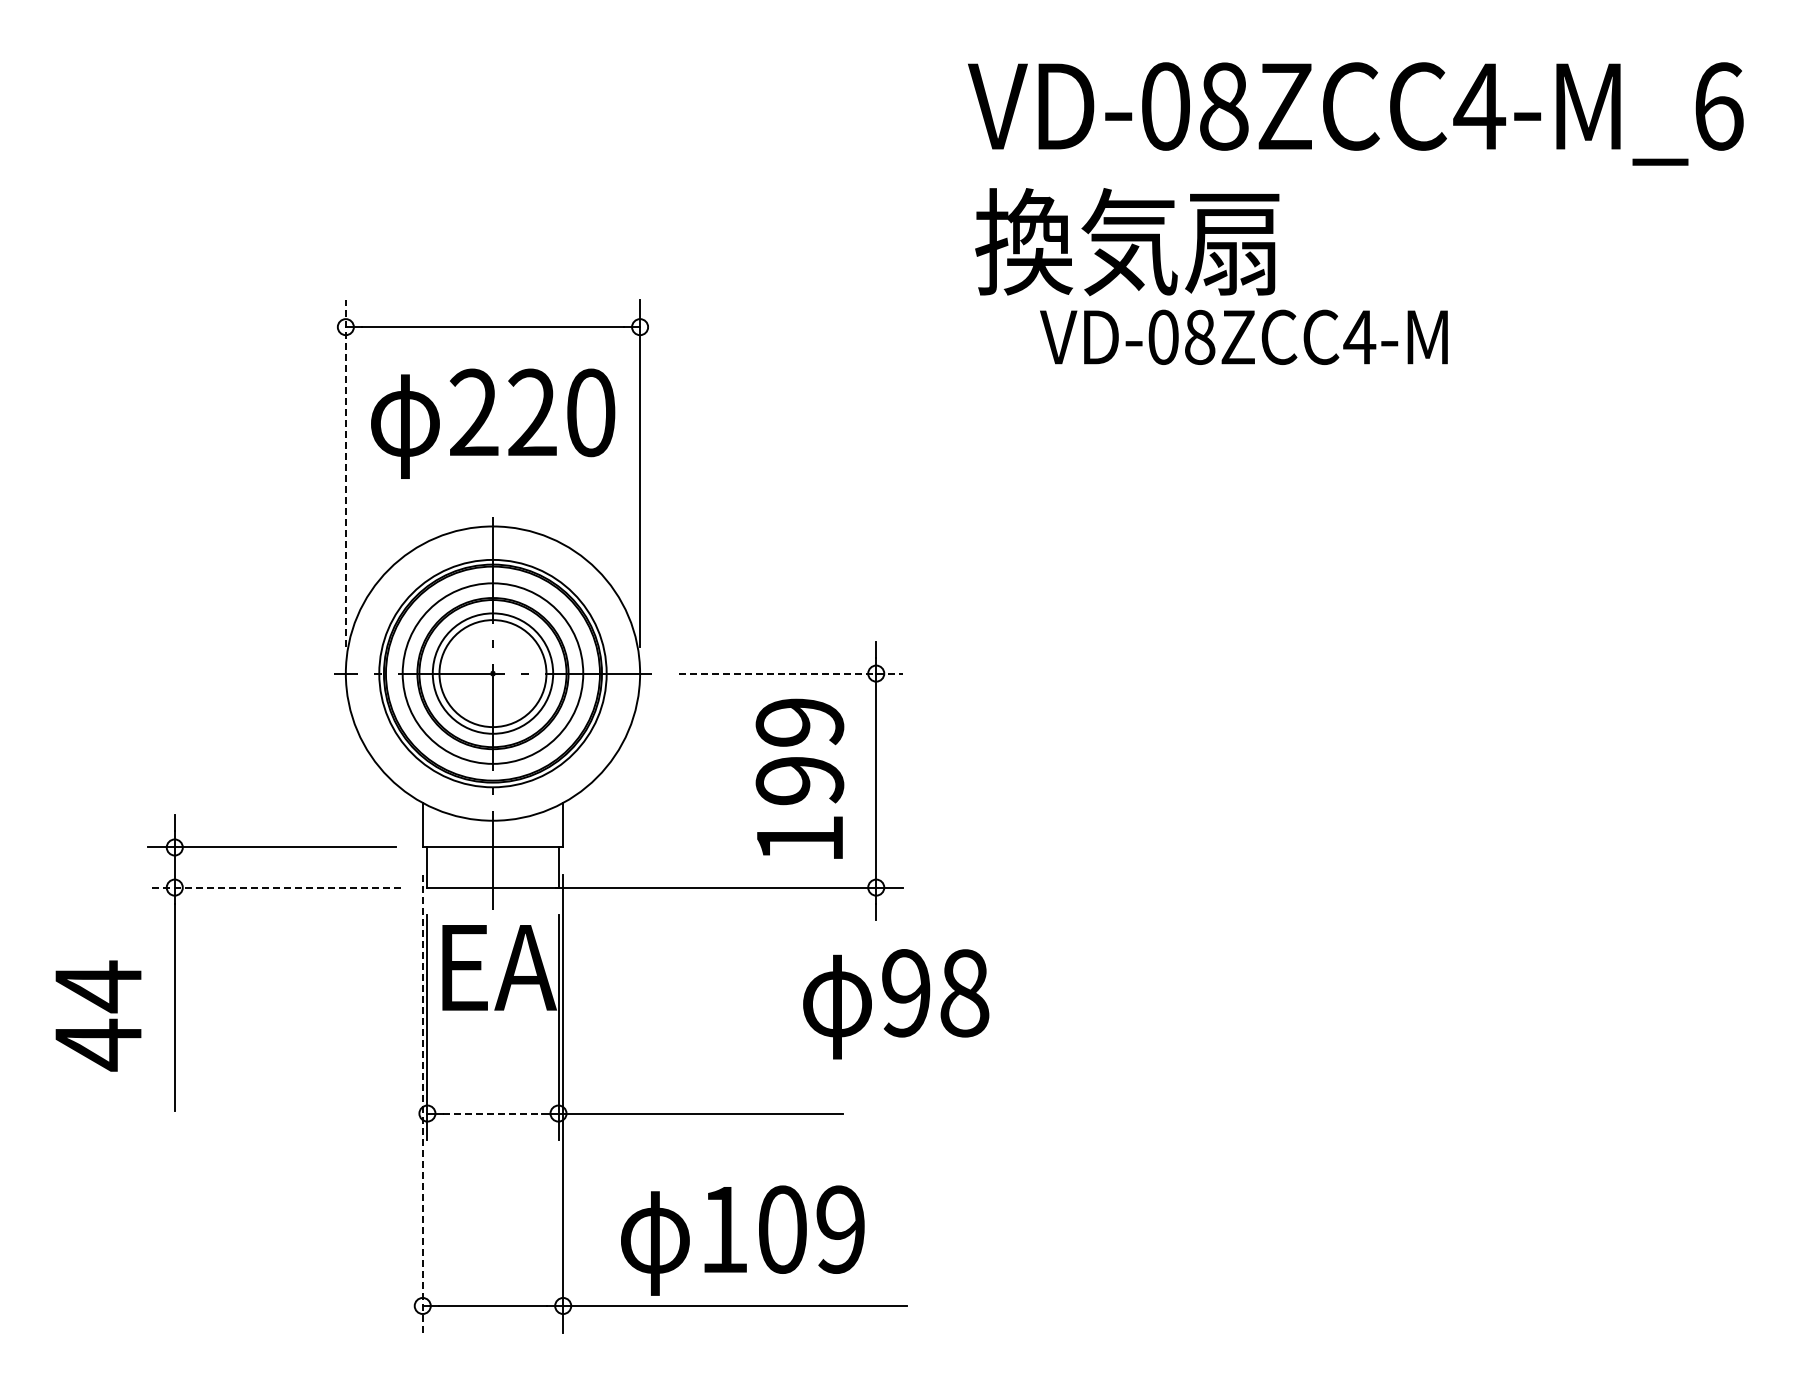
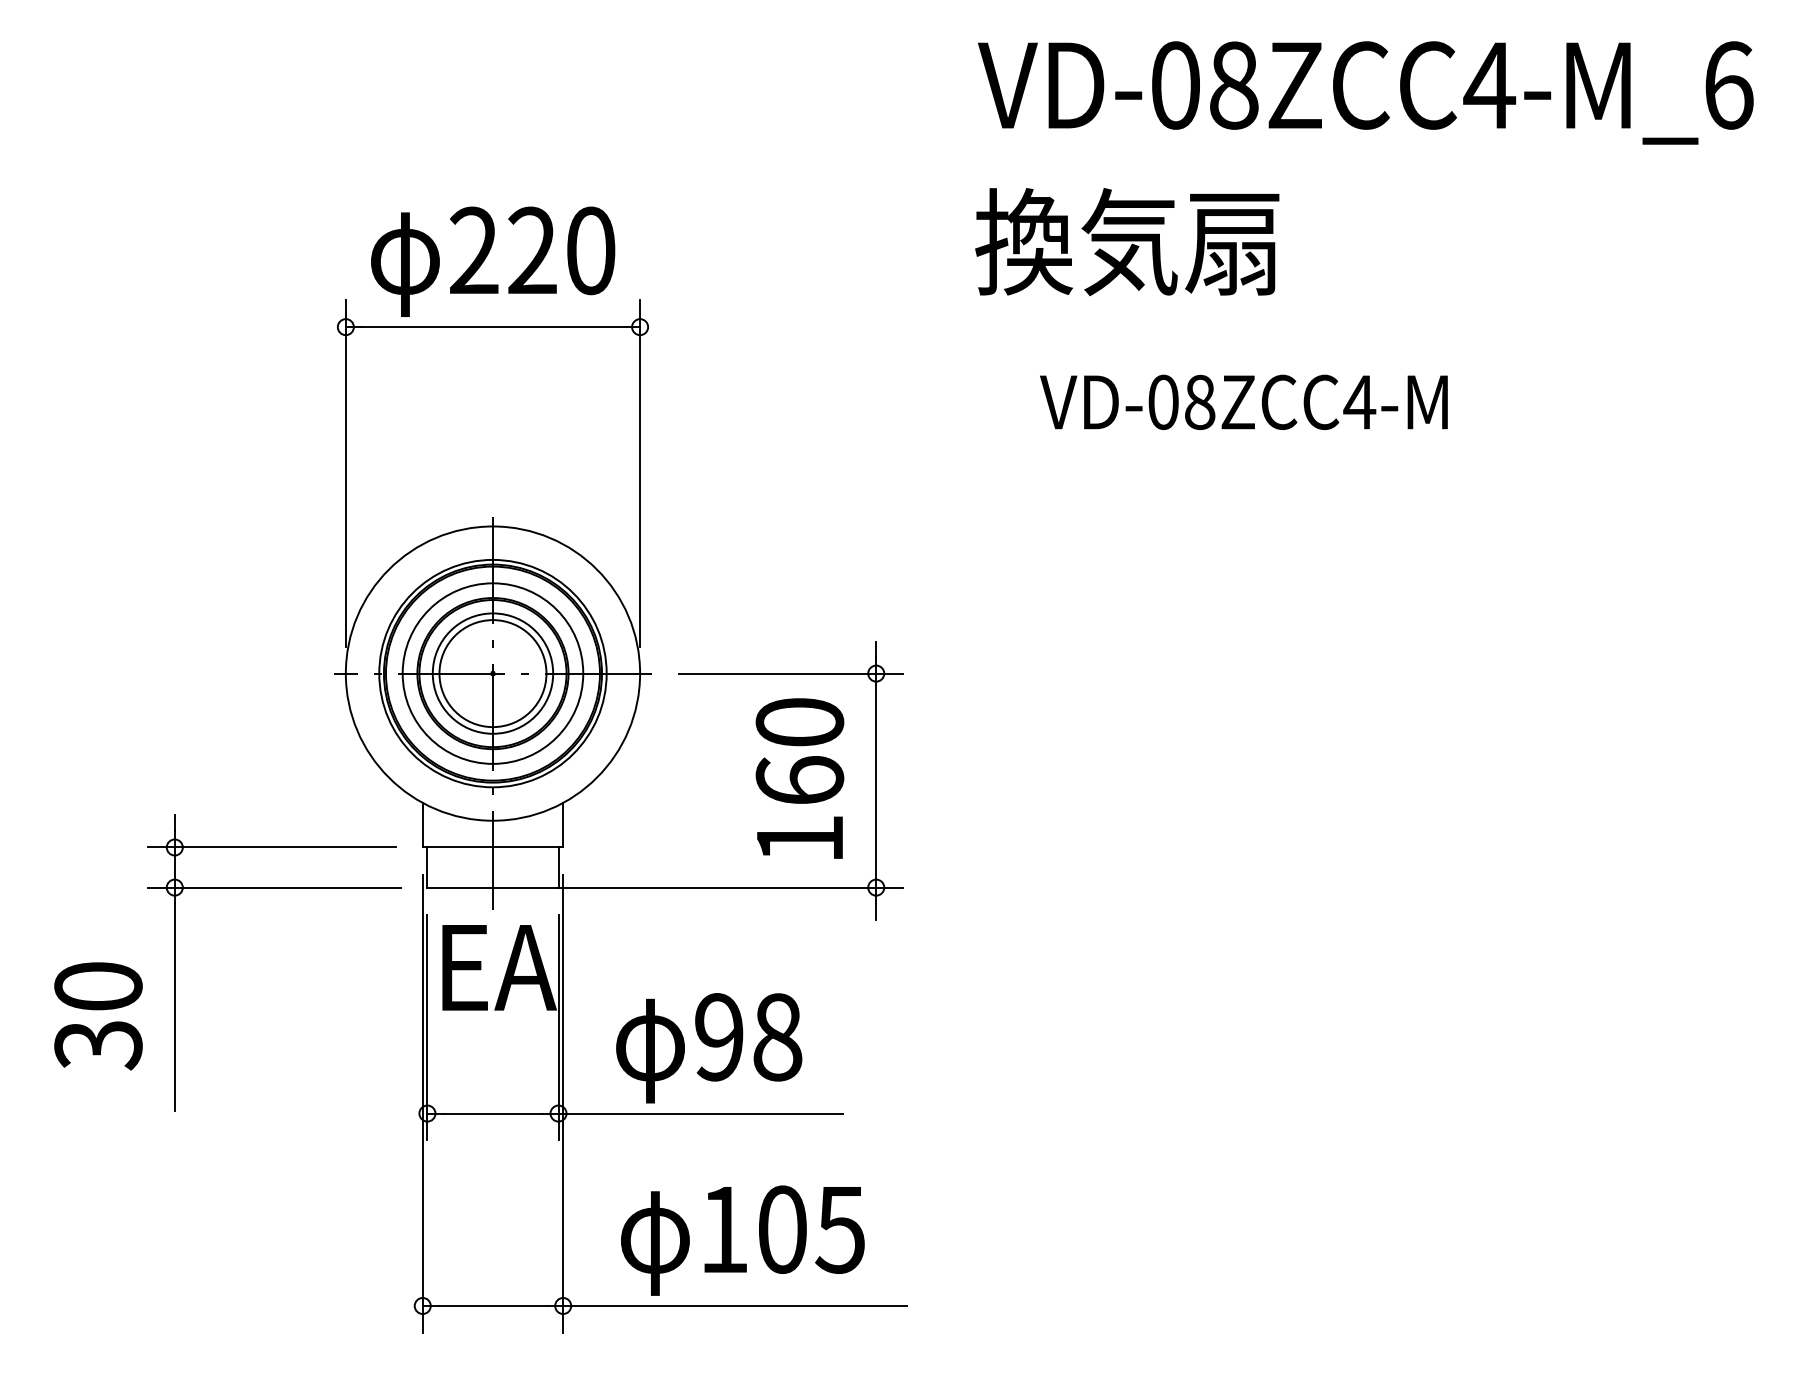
text at (1355, 113) position: (1355, 113) -> (1365, 92)
text at (1243, 336) position: (1243, 336) -> (1243, 401)
text at (493, 423) position: (493, 423) -> (493, 261)
line at (345, 473): dashed -> solid
line at (791, 673): dashed -> solid
text at (799, 751): 199 -> 160
line at (273, 887): dashed -> solid
text at (896, 1004) position: (896, 1004) -> (709, 1048)
text at (98, 1015): 44 -> 30
line at (422, 1103): dashed -> solid
line at (493, 1113): dashed -> solid
text at (839, 1229): 109 -> 105
